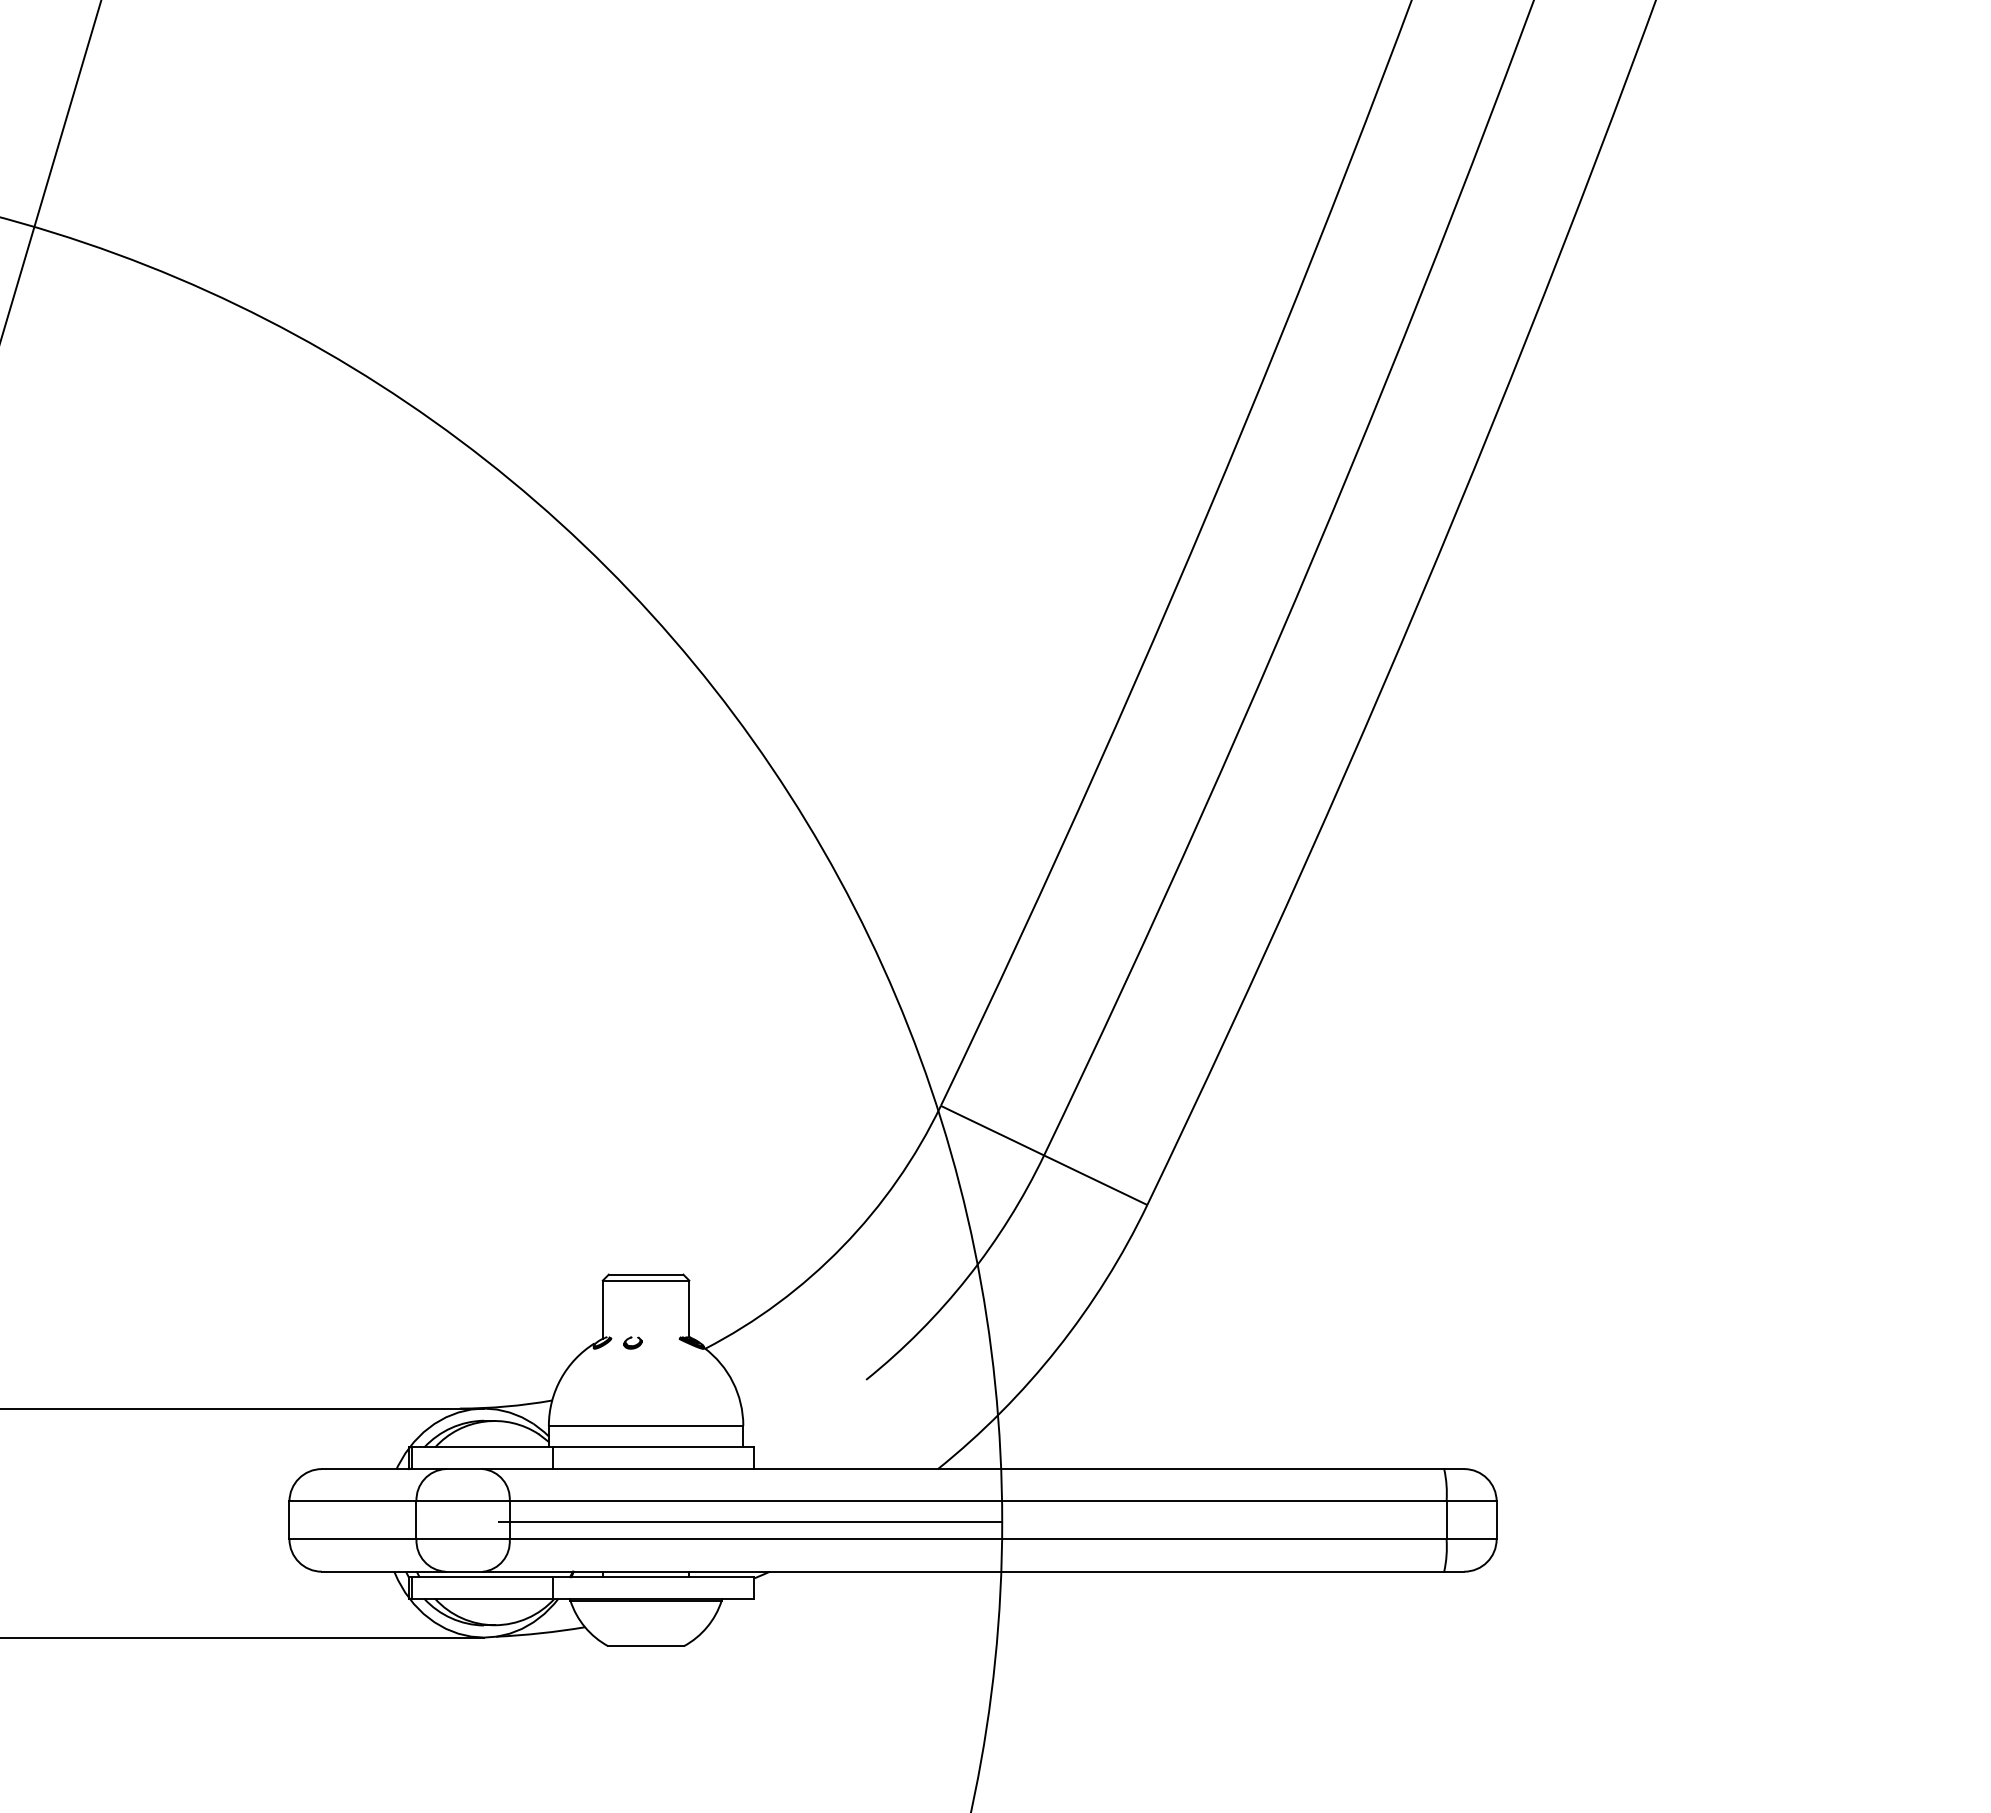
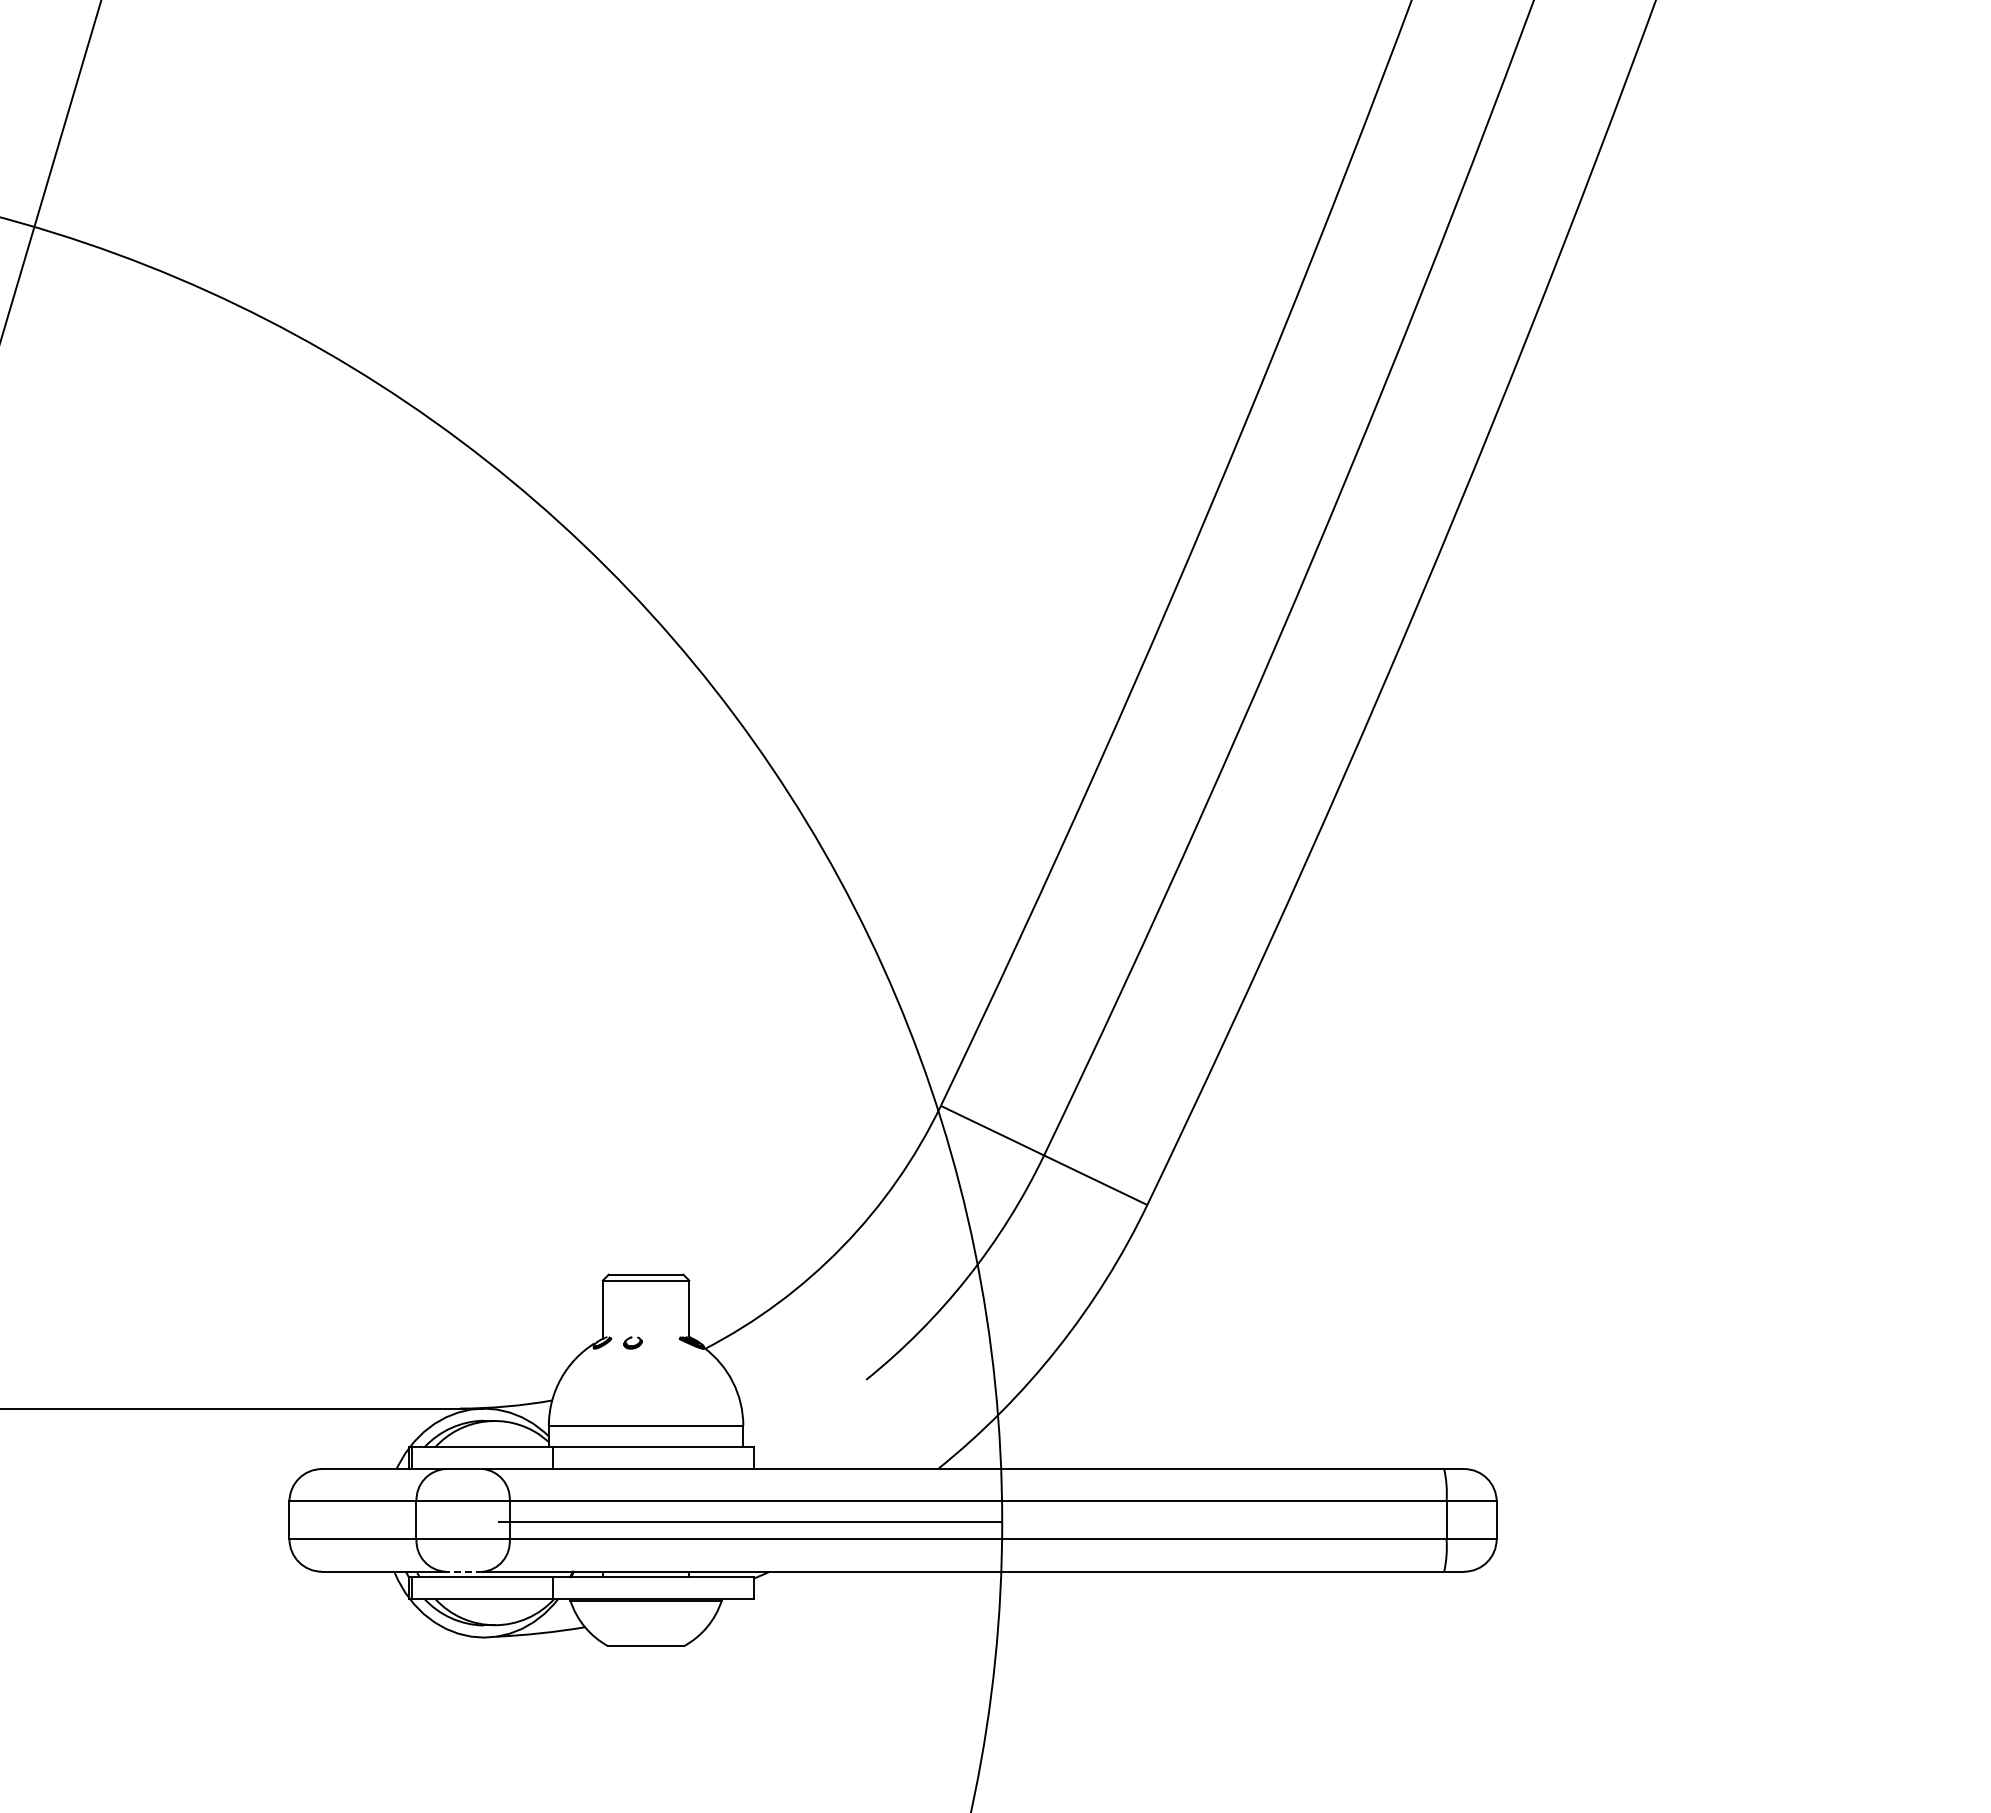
line at (464, 1571): solid -> dashed
line at (243, 1637): present -> none
